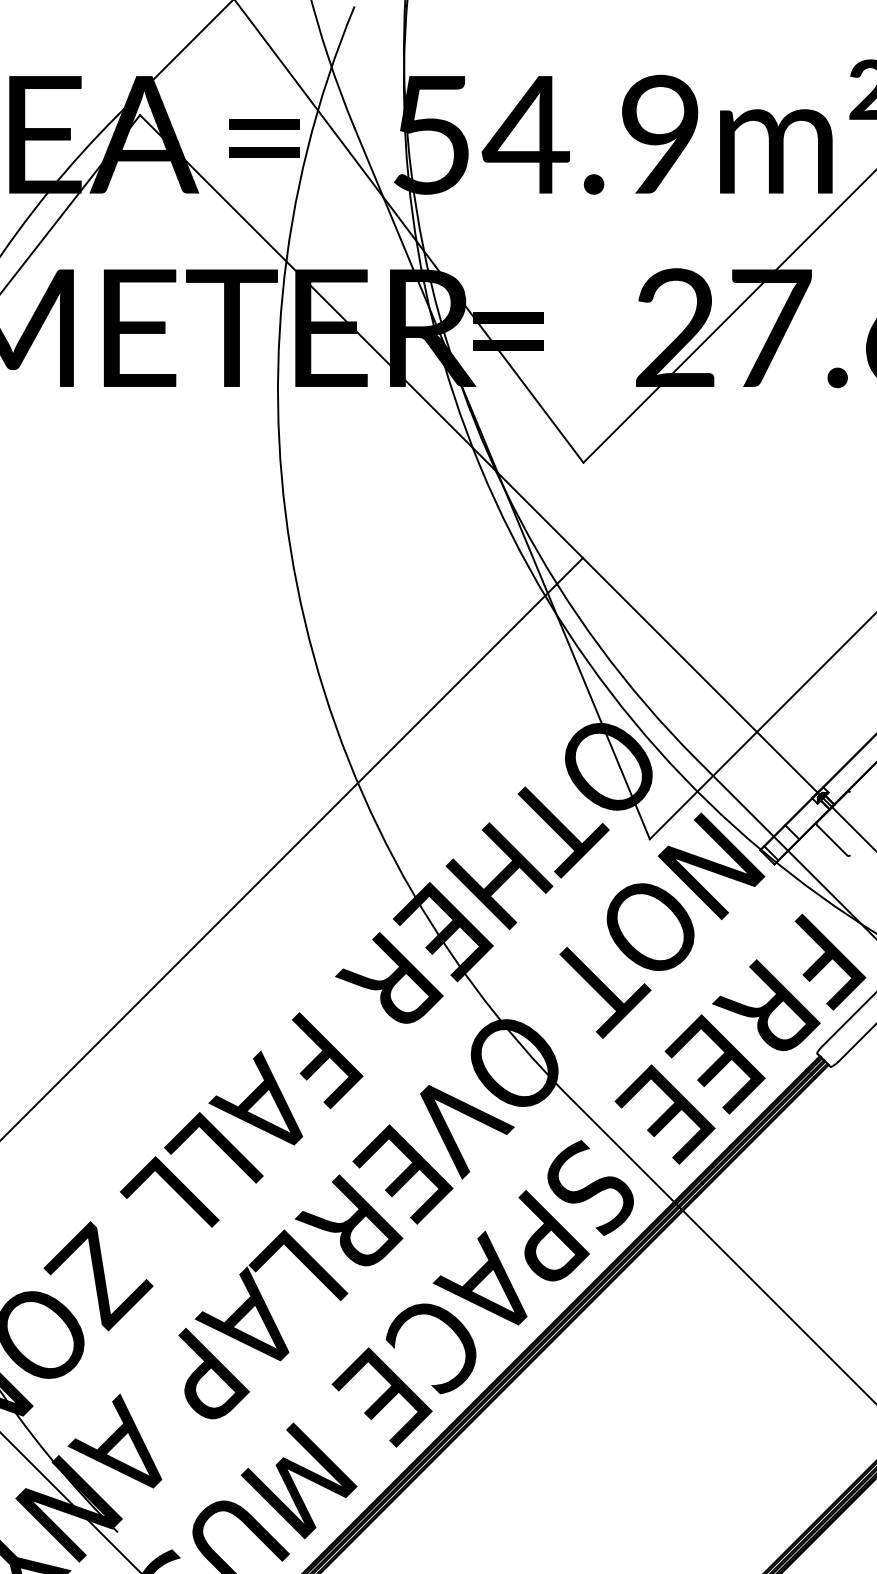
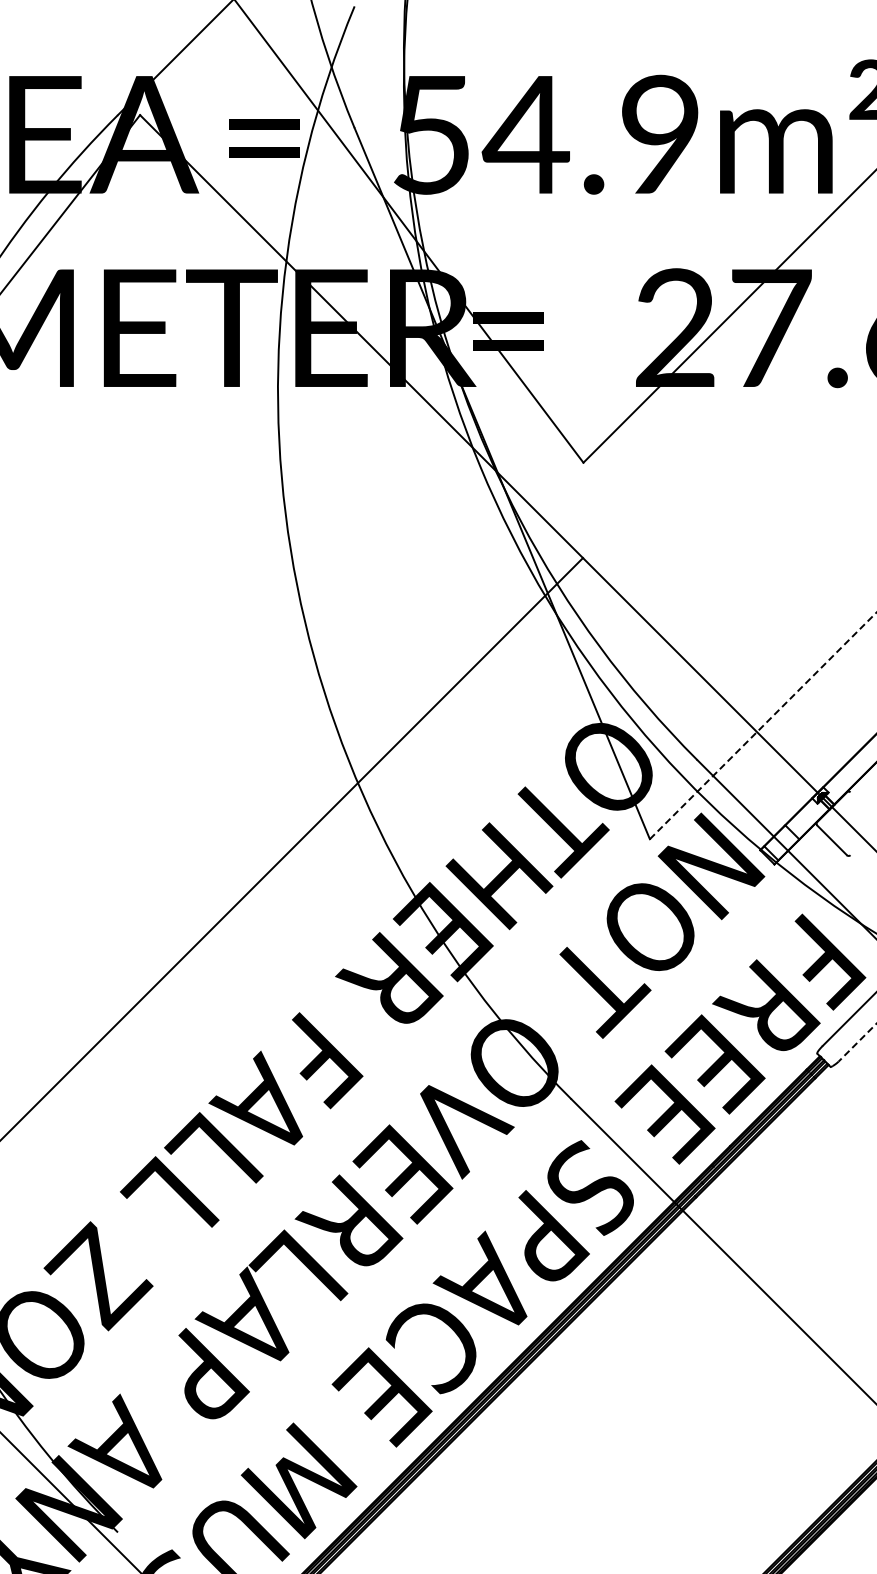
line at (763, 725): solid -> dashed
line at (857, 1042): solid -> dashed
